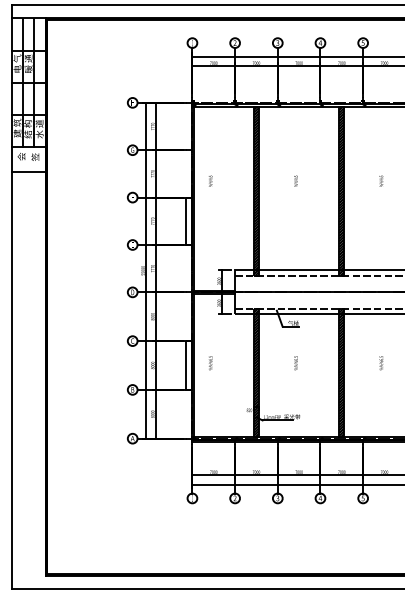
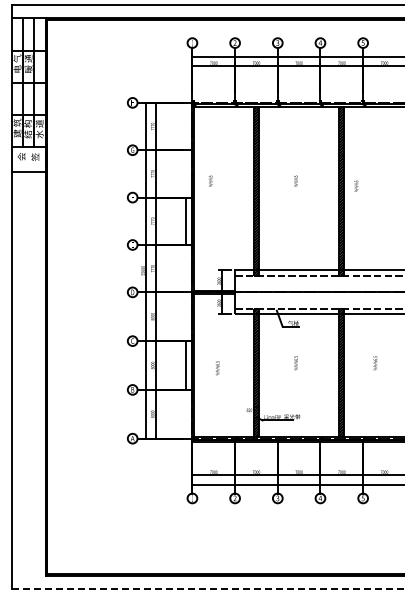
text at (381, 180) position: (381, 180) -> (356, 185)
text at (210, 363) position: (210, 363) -> (217, 368)
text at (381, 363) position: (381, 363) -> (375, 363)
line at (208, 588): solid -> dashed
